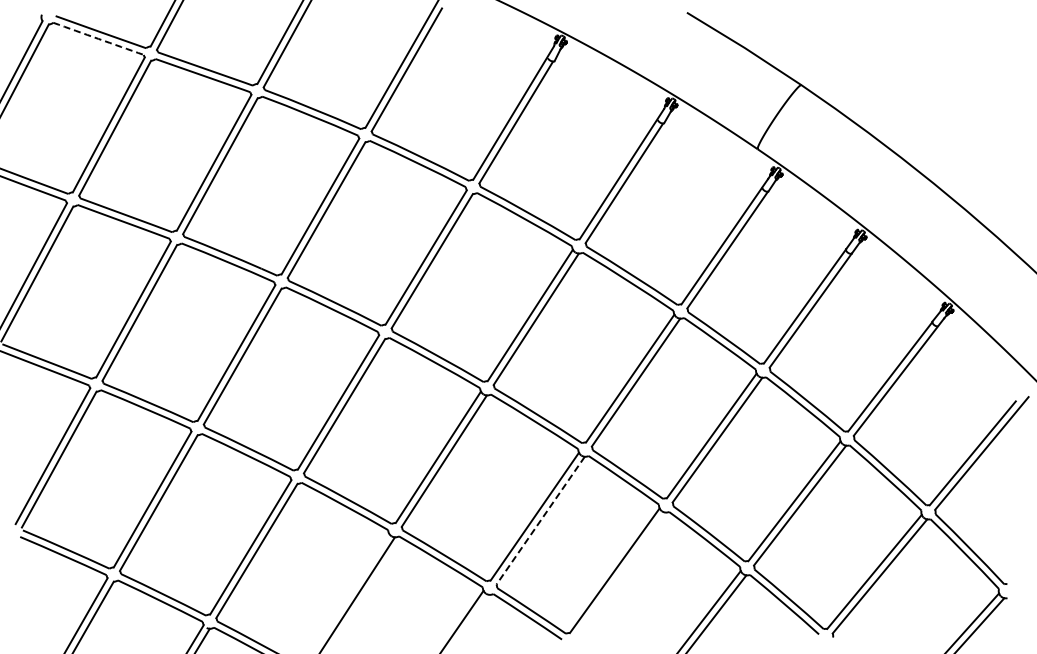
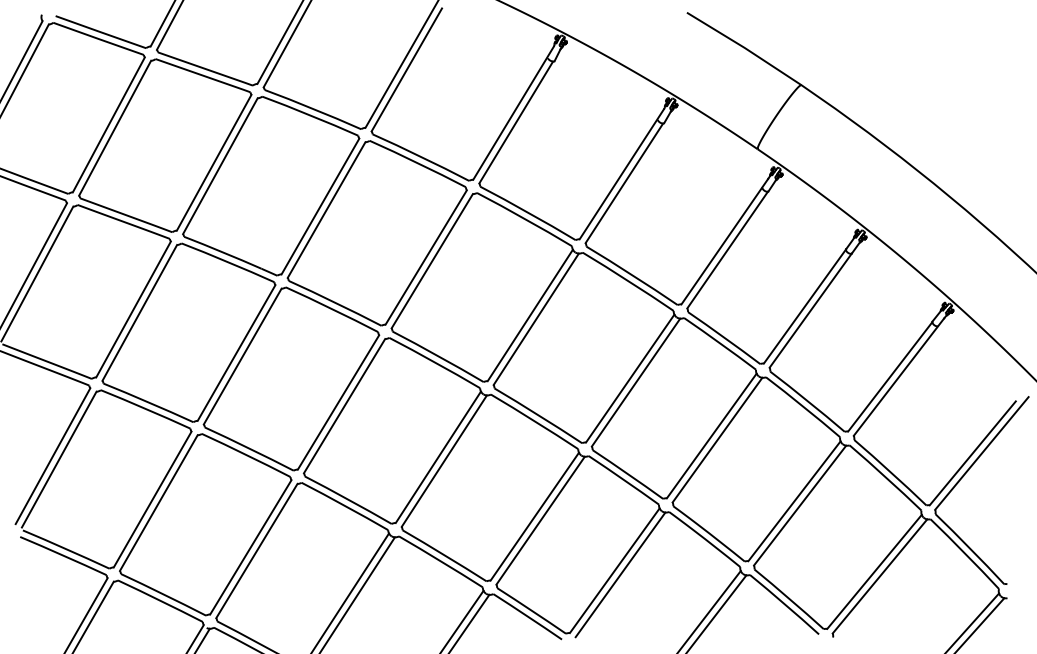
arc at (98, 38): dashed -> solid
line at (540, 520): dashed -> solid
line at (620, 574): none -> present
line at (351, 591): none -> present
line at (469, 622): none -> present
